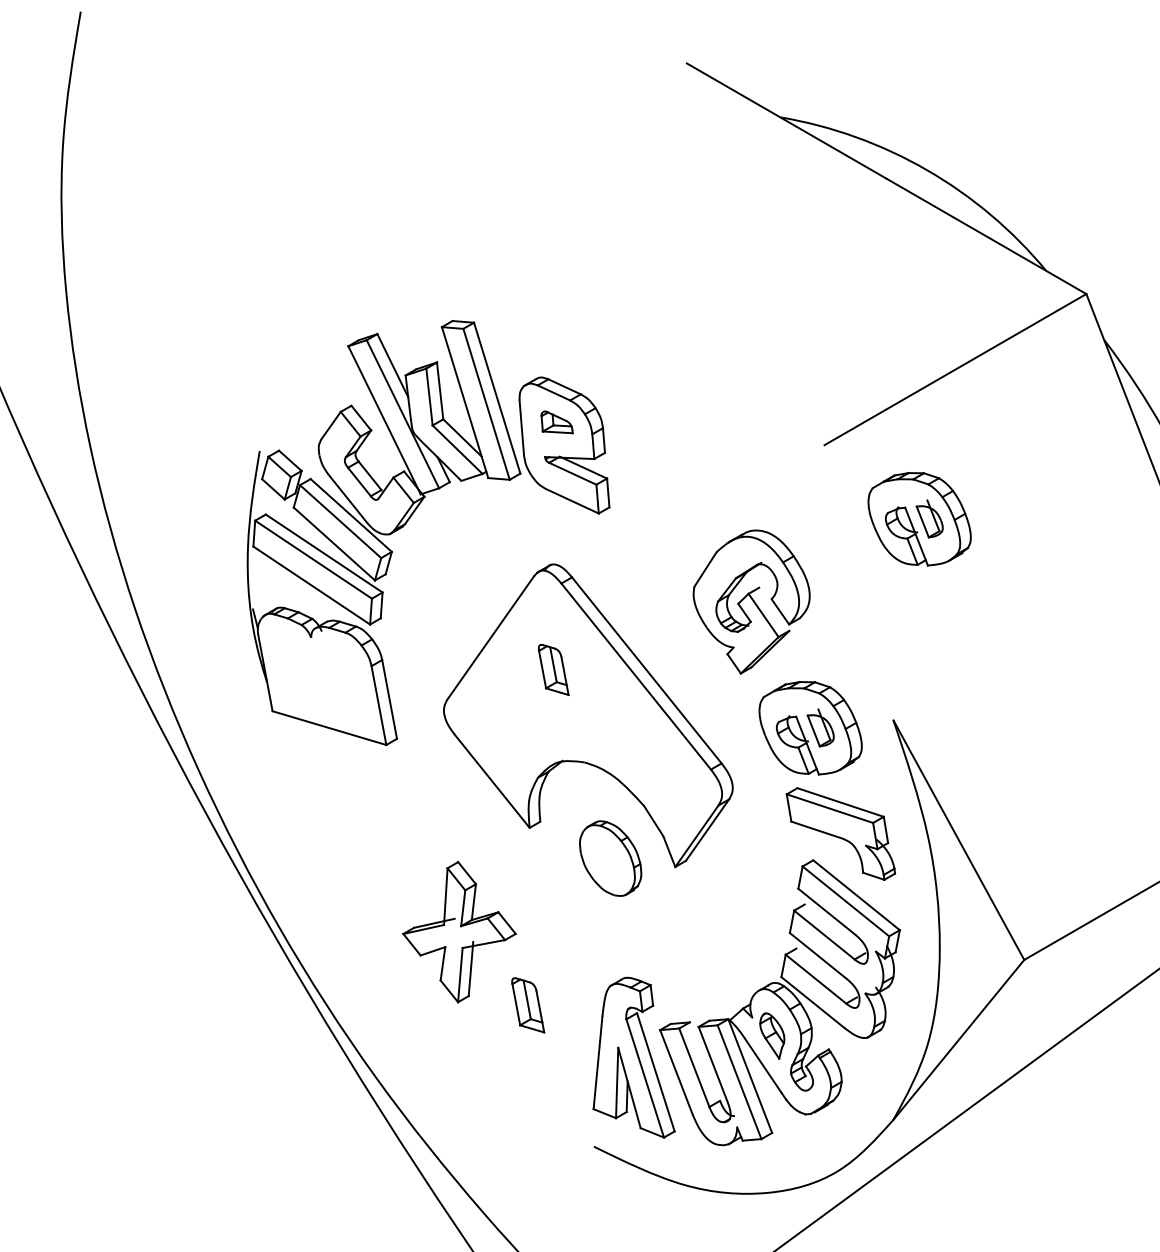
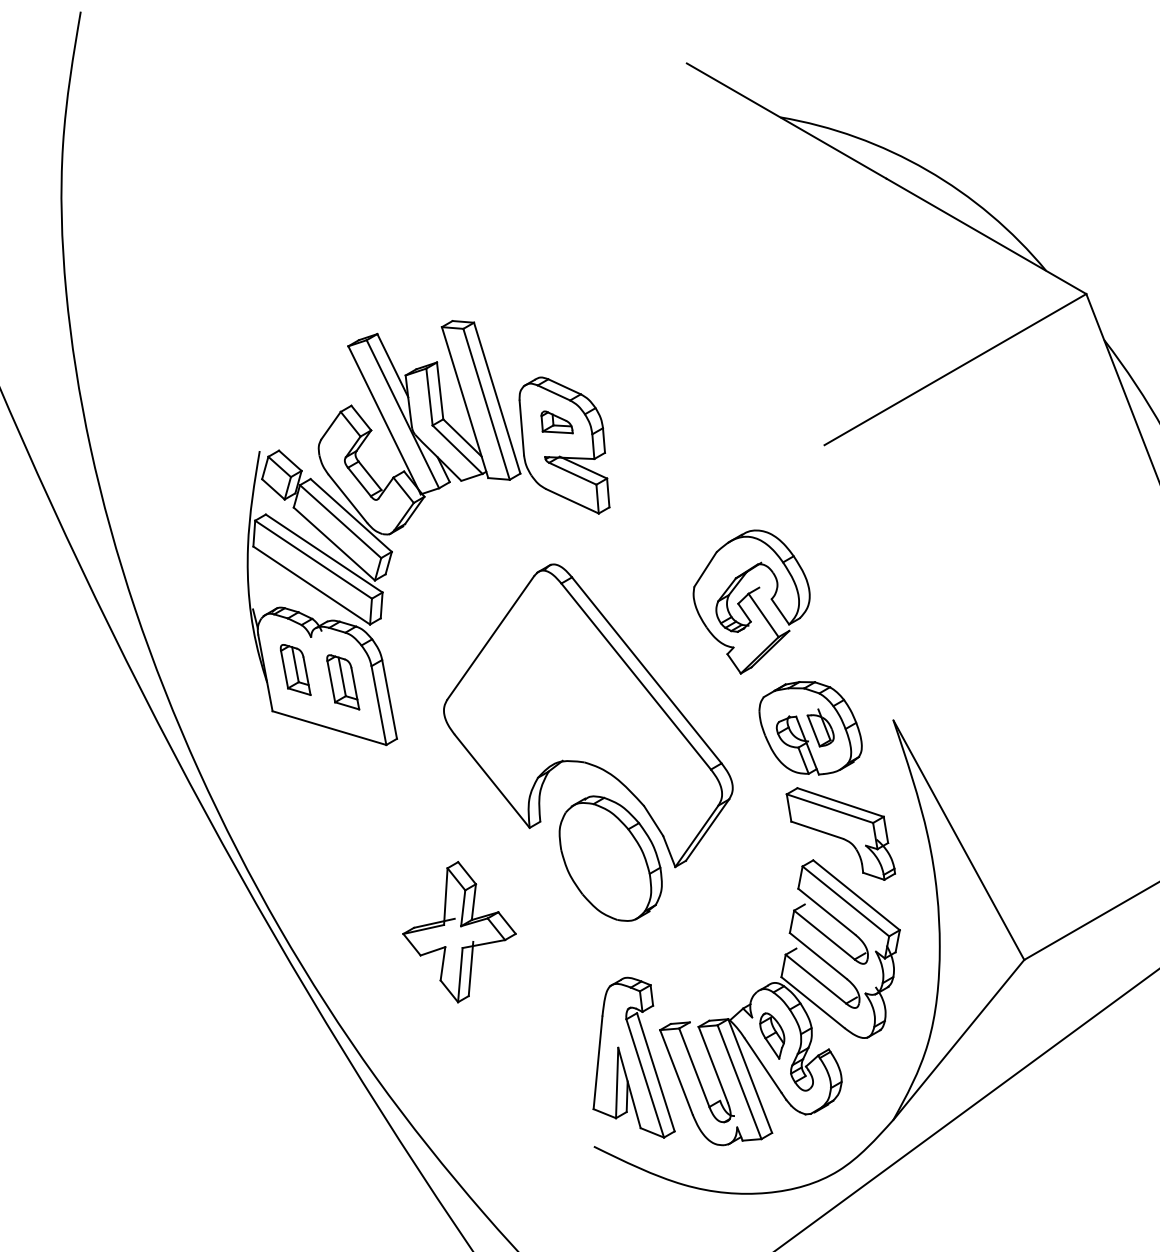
part at (919, 519): present -> none
part at (553, 669) position: (553, 669) -> (295, 669)
part at (610, 858) size: 64x77 px -> 105x127 px
part at (528, 1005) position: (528, 1005) -> (343, 682)
